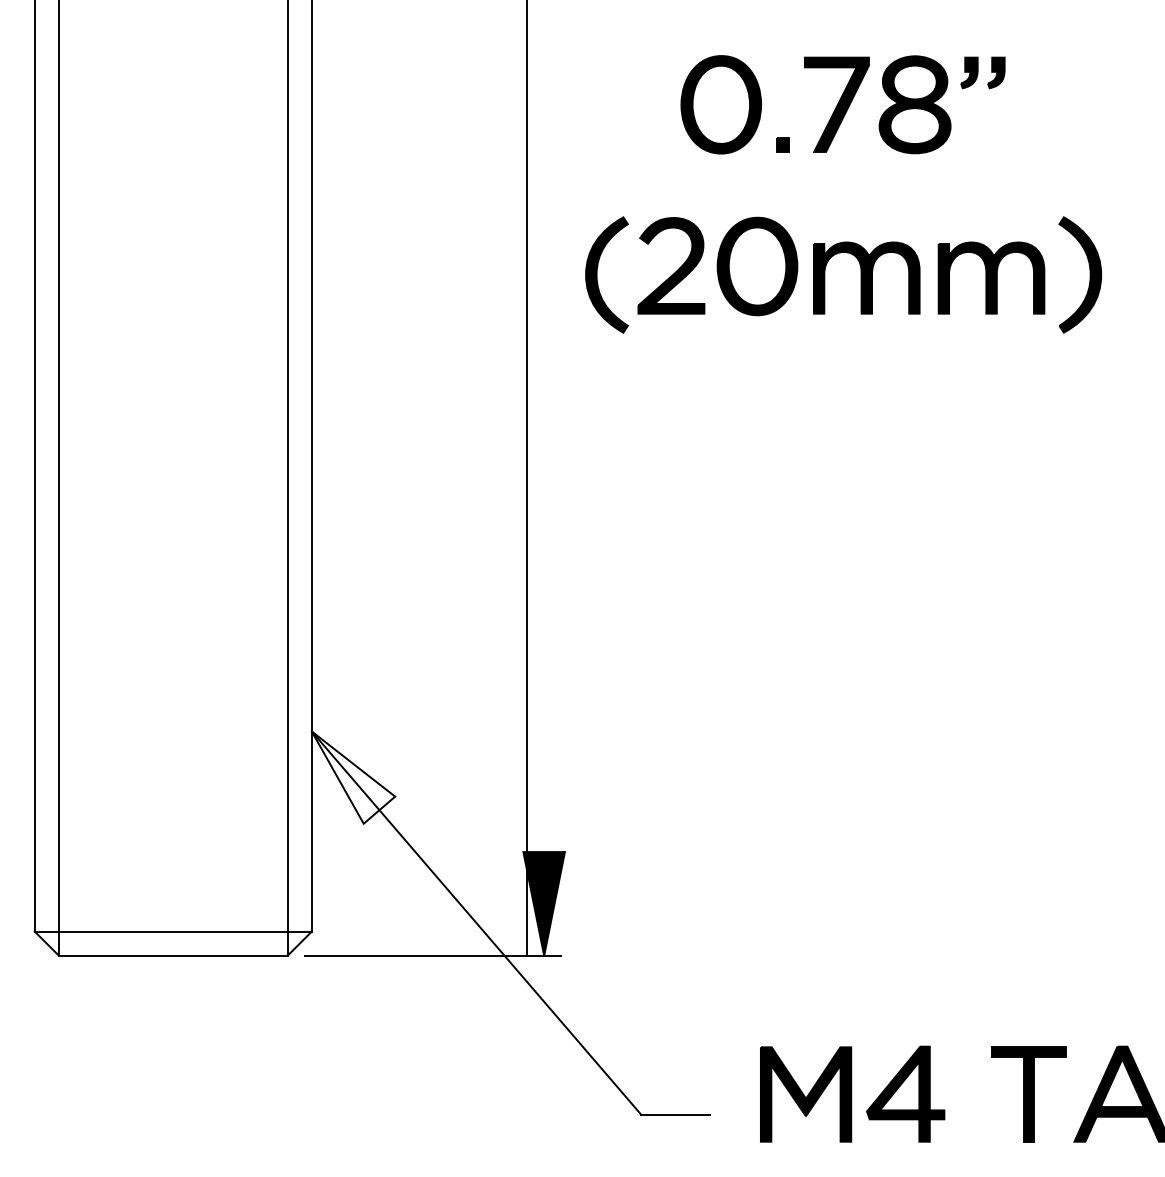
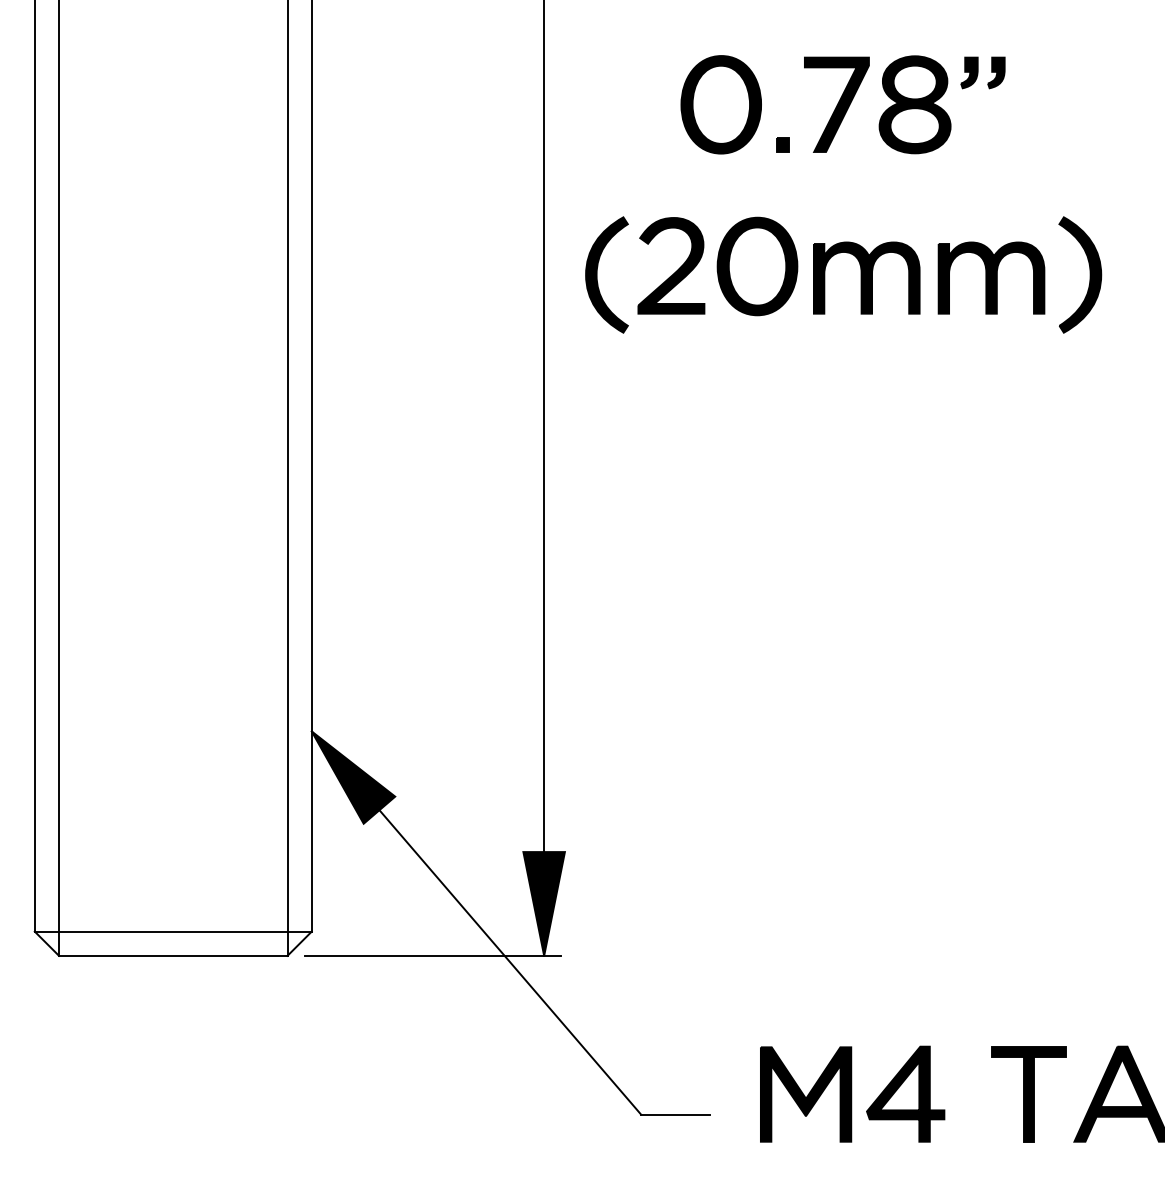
line at (527, 478) position: (527, 478) -> (544, 478)
fill at (353, 777): none -> present
